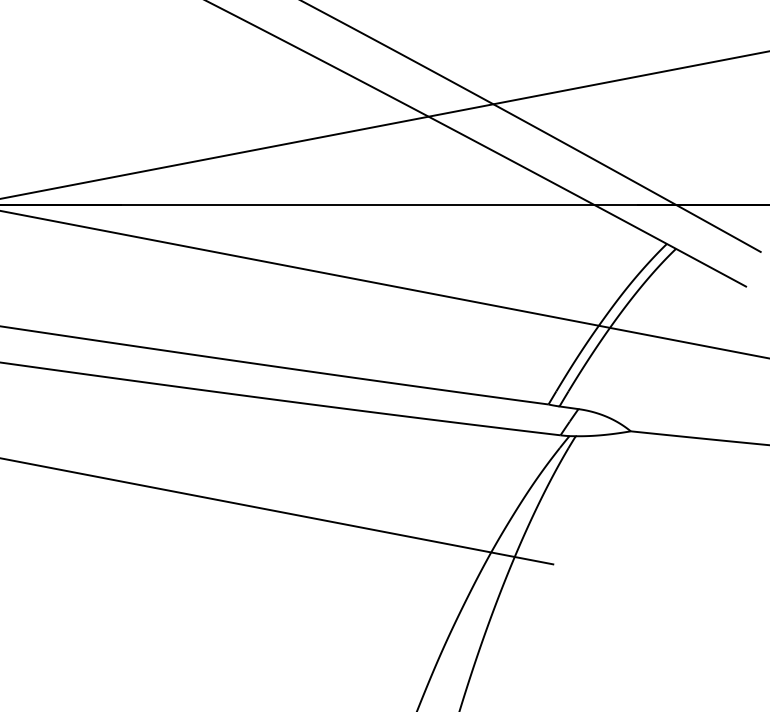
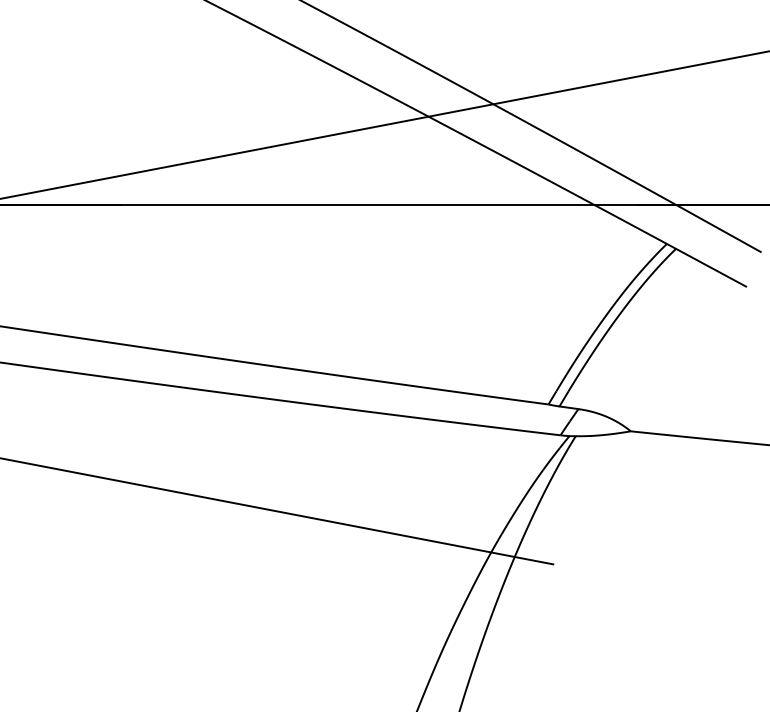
line at (384, 284): present -> none
